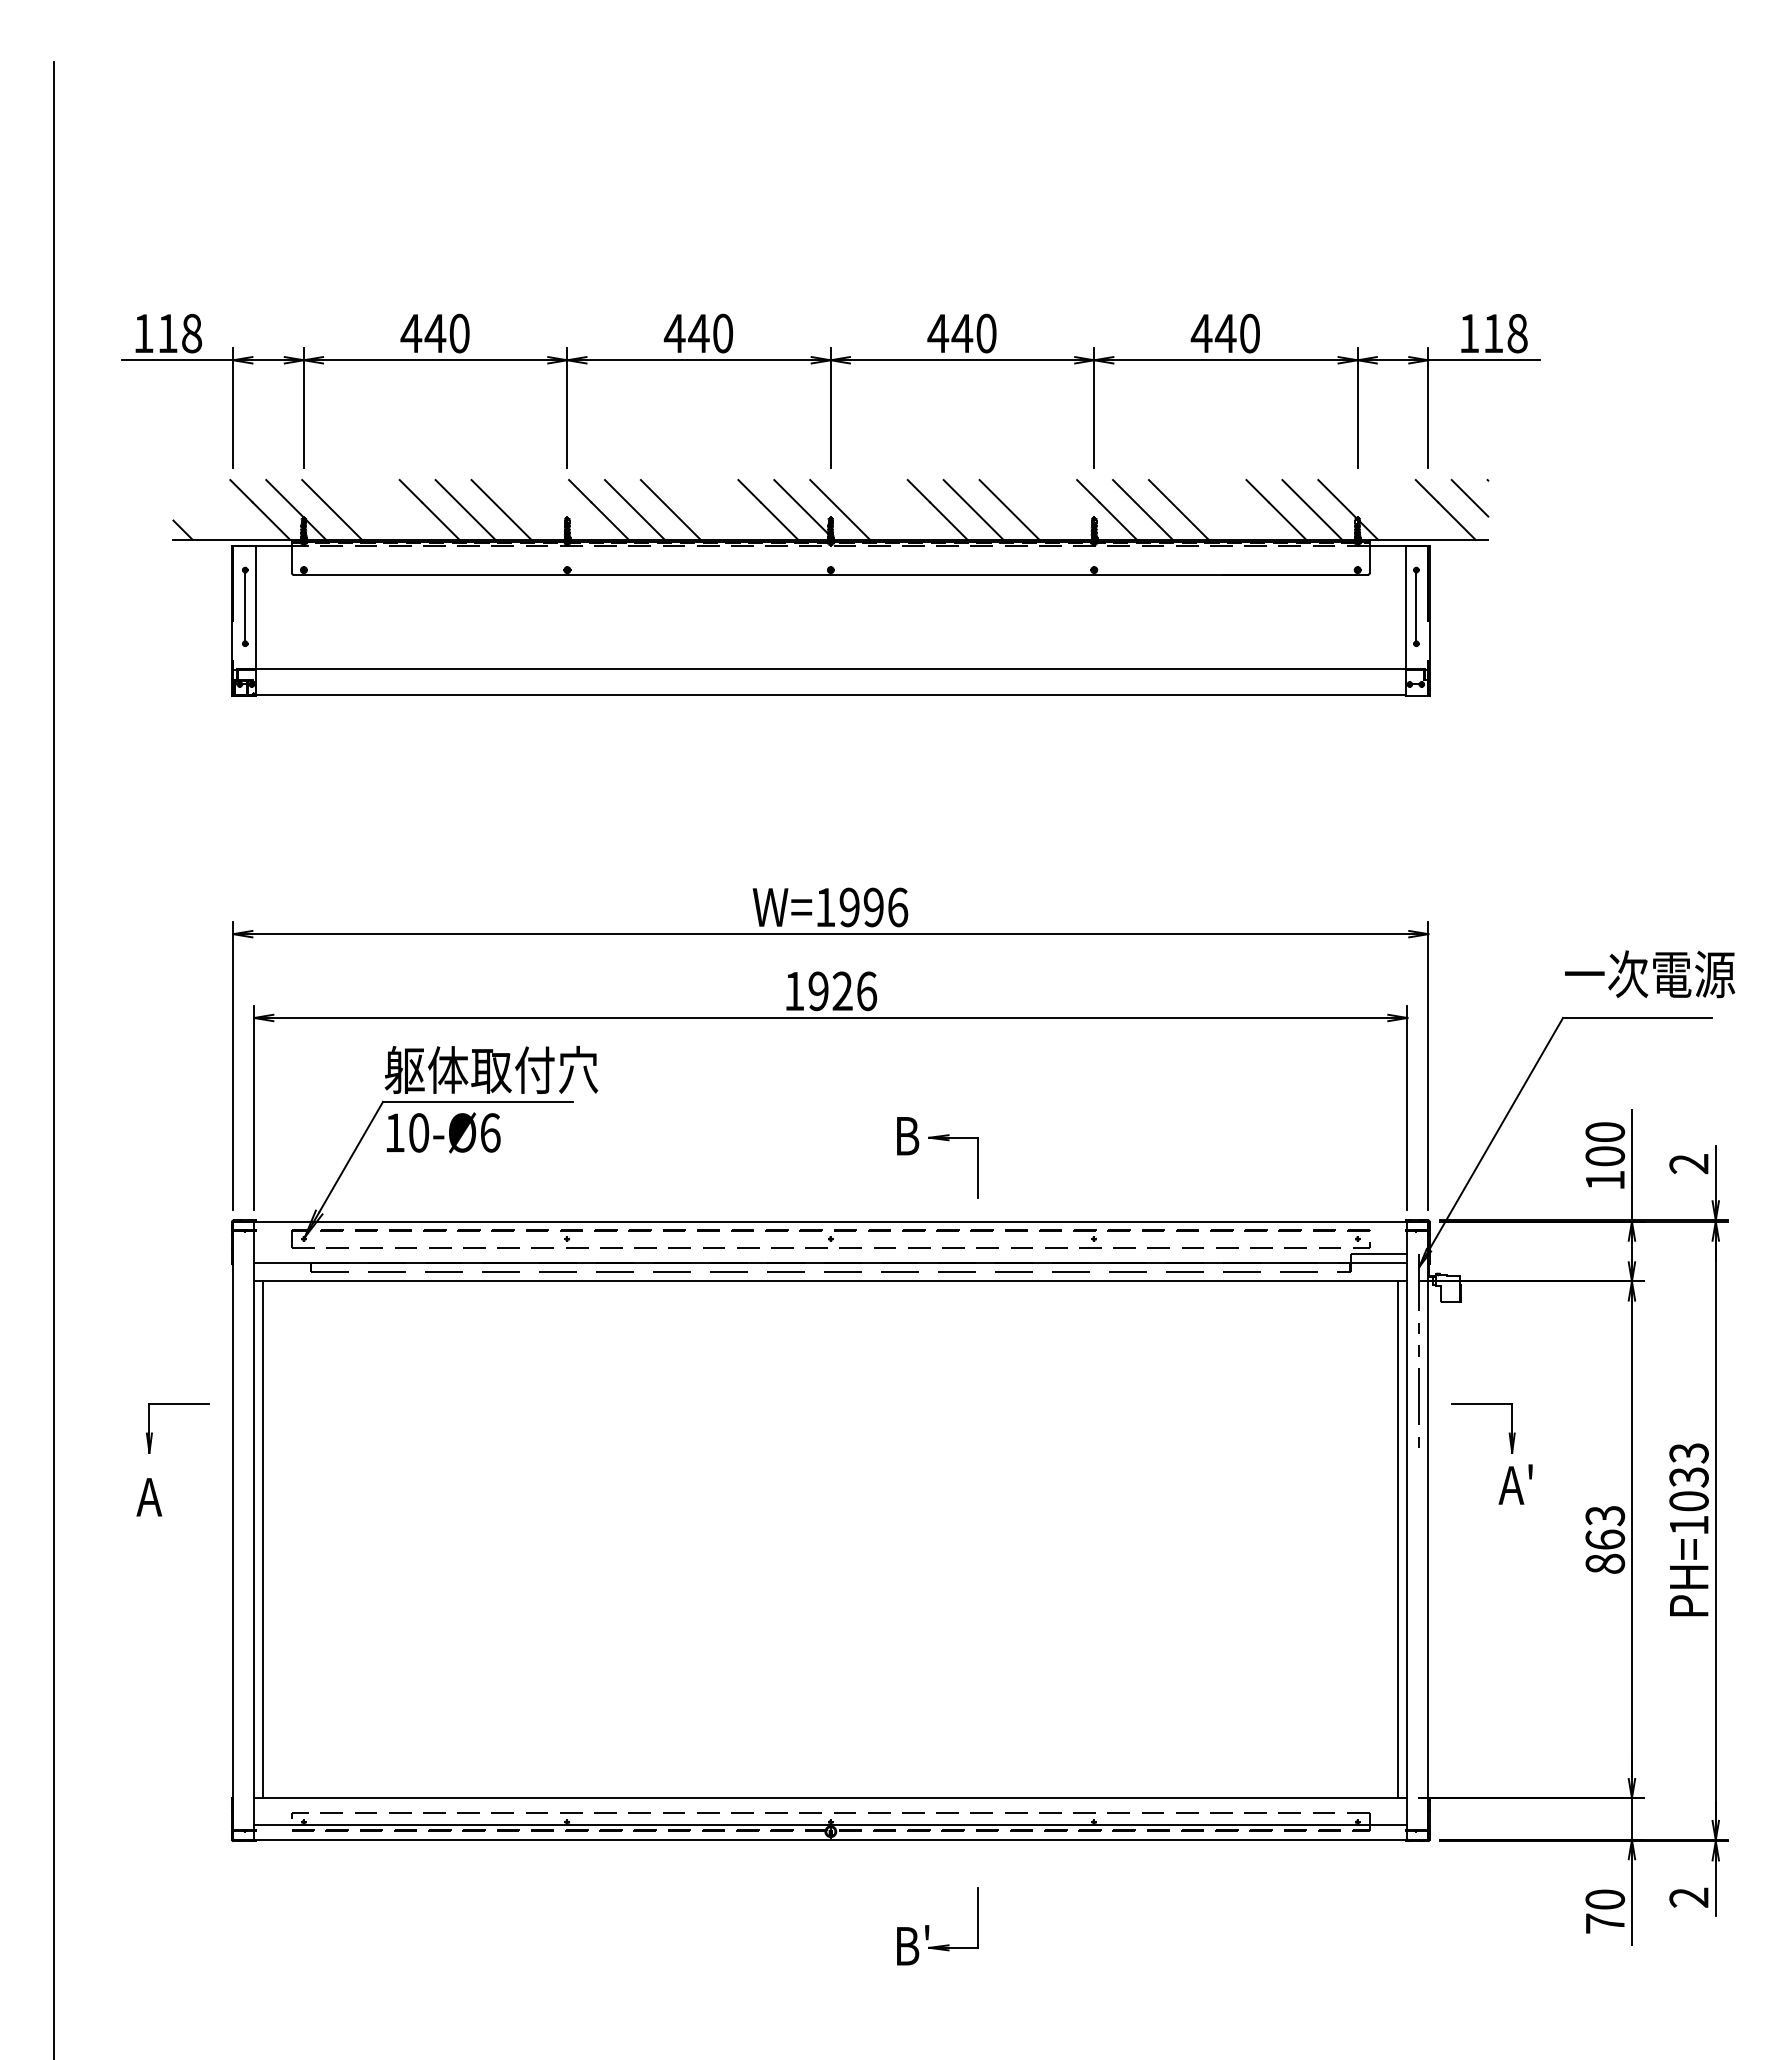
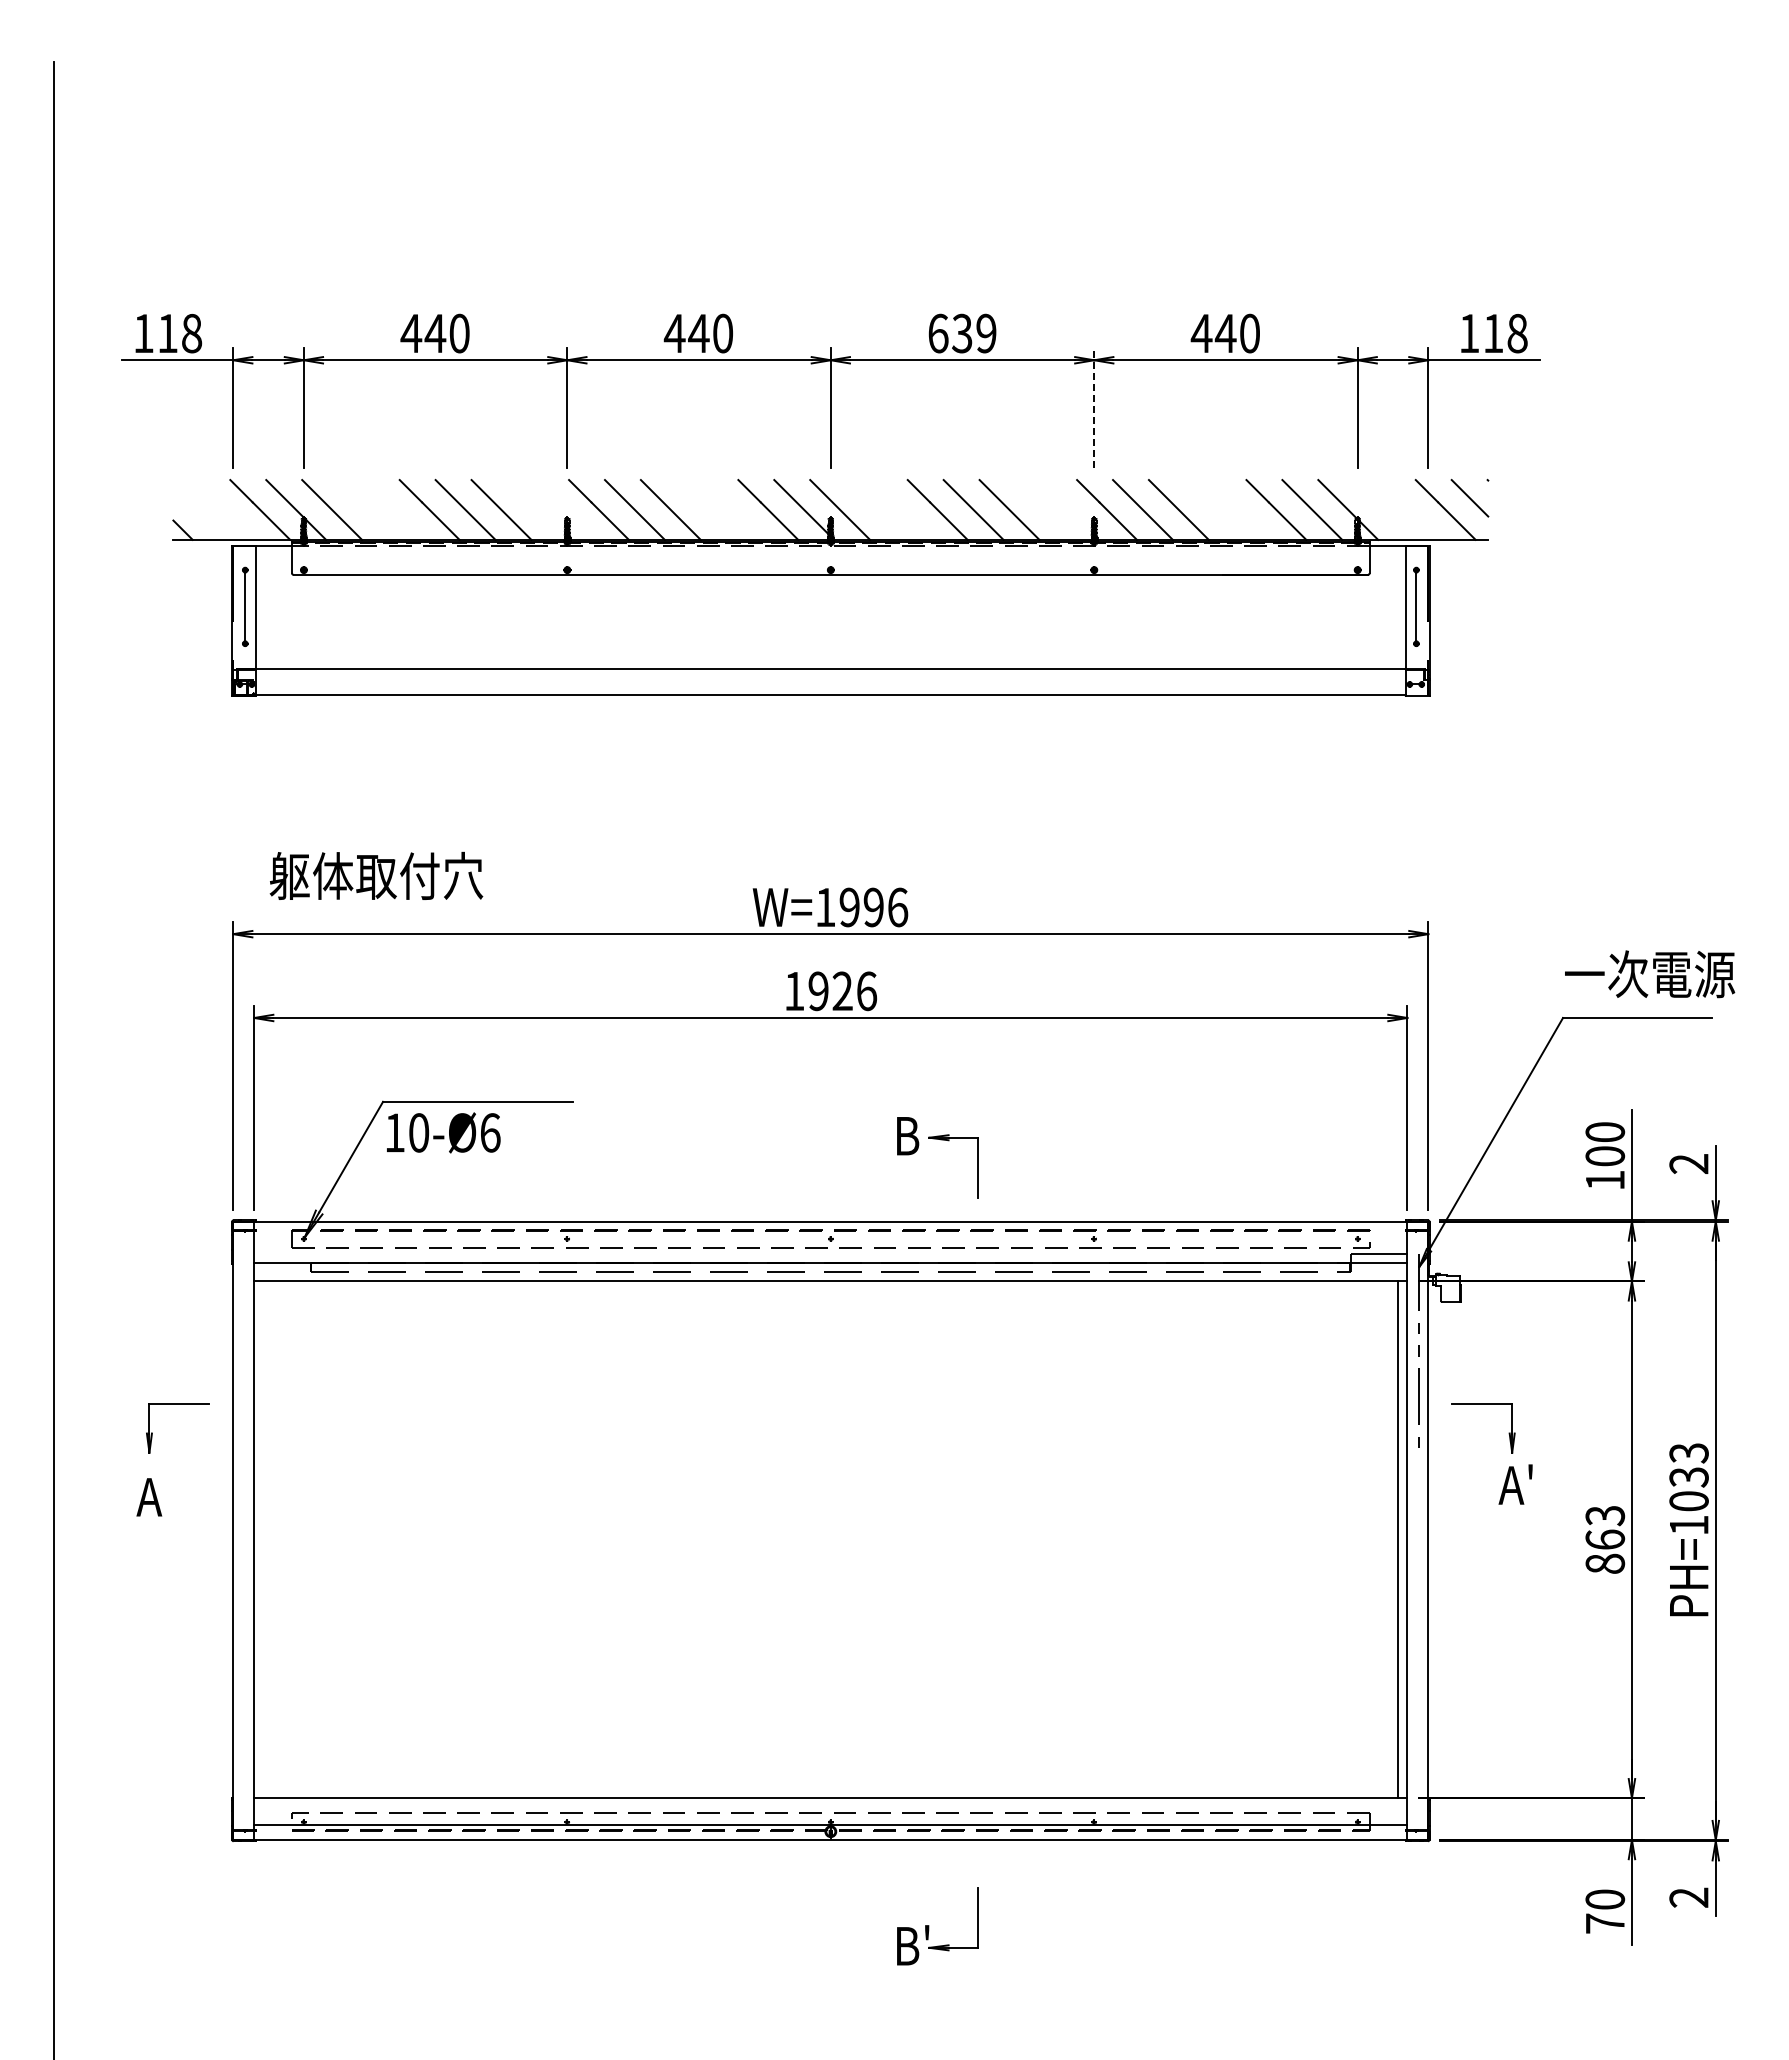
text at (961, 333): 440 -> 639
line at (1094, 408): solid -> dashed
text at (491, 1069) position: (491, 1069) -> (376, 875)
line at (263, 1539): present -> none
